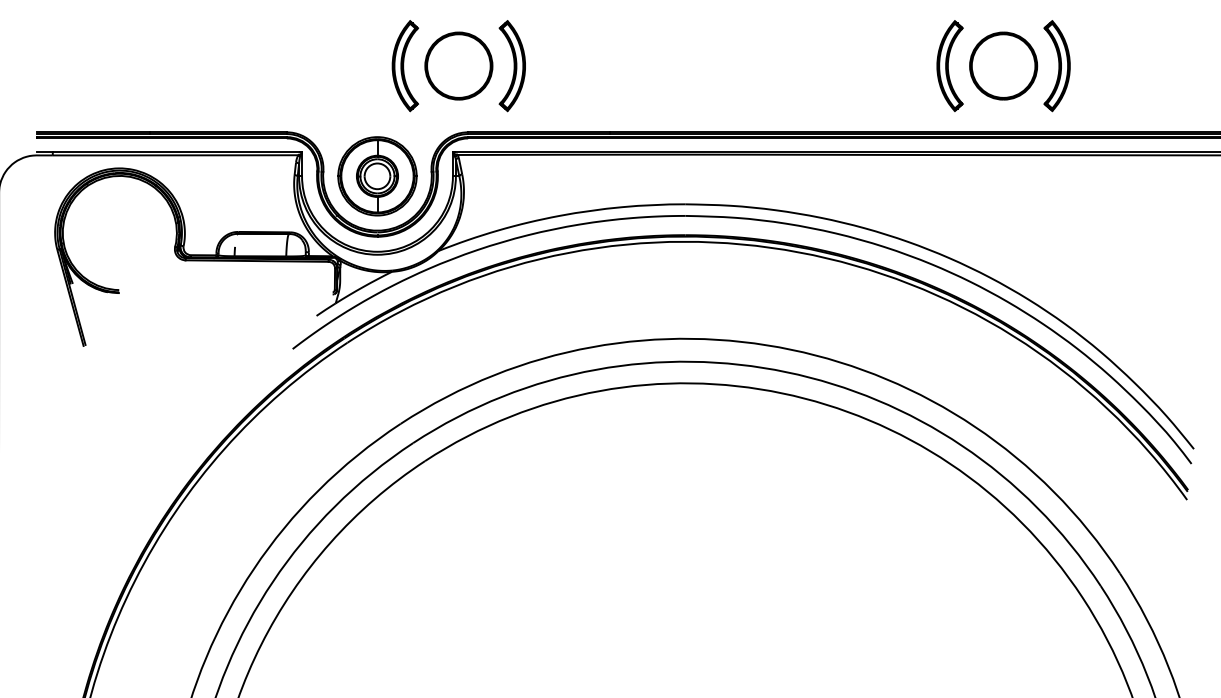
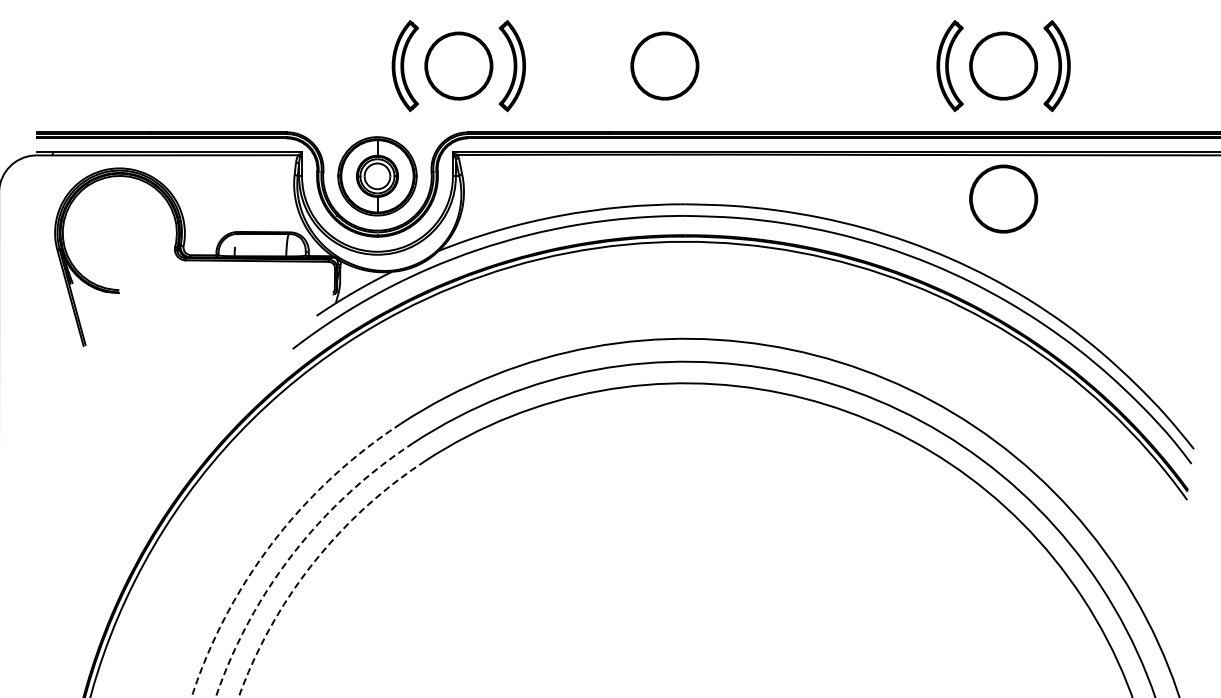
part at (664, 65): none -> present
part at (1003, 198): none -> present
arc at (272, 543): solid -> dashed
arc at (292, 554): solid -> dashed
arc at (311, 565): solid -> dashed
